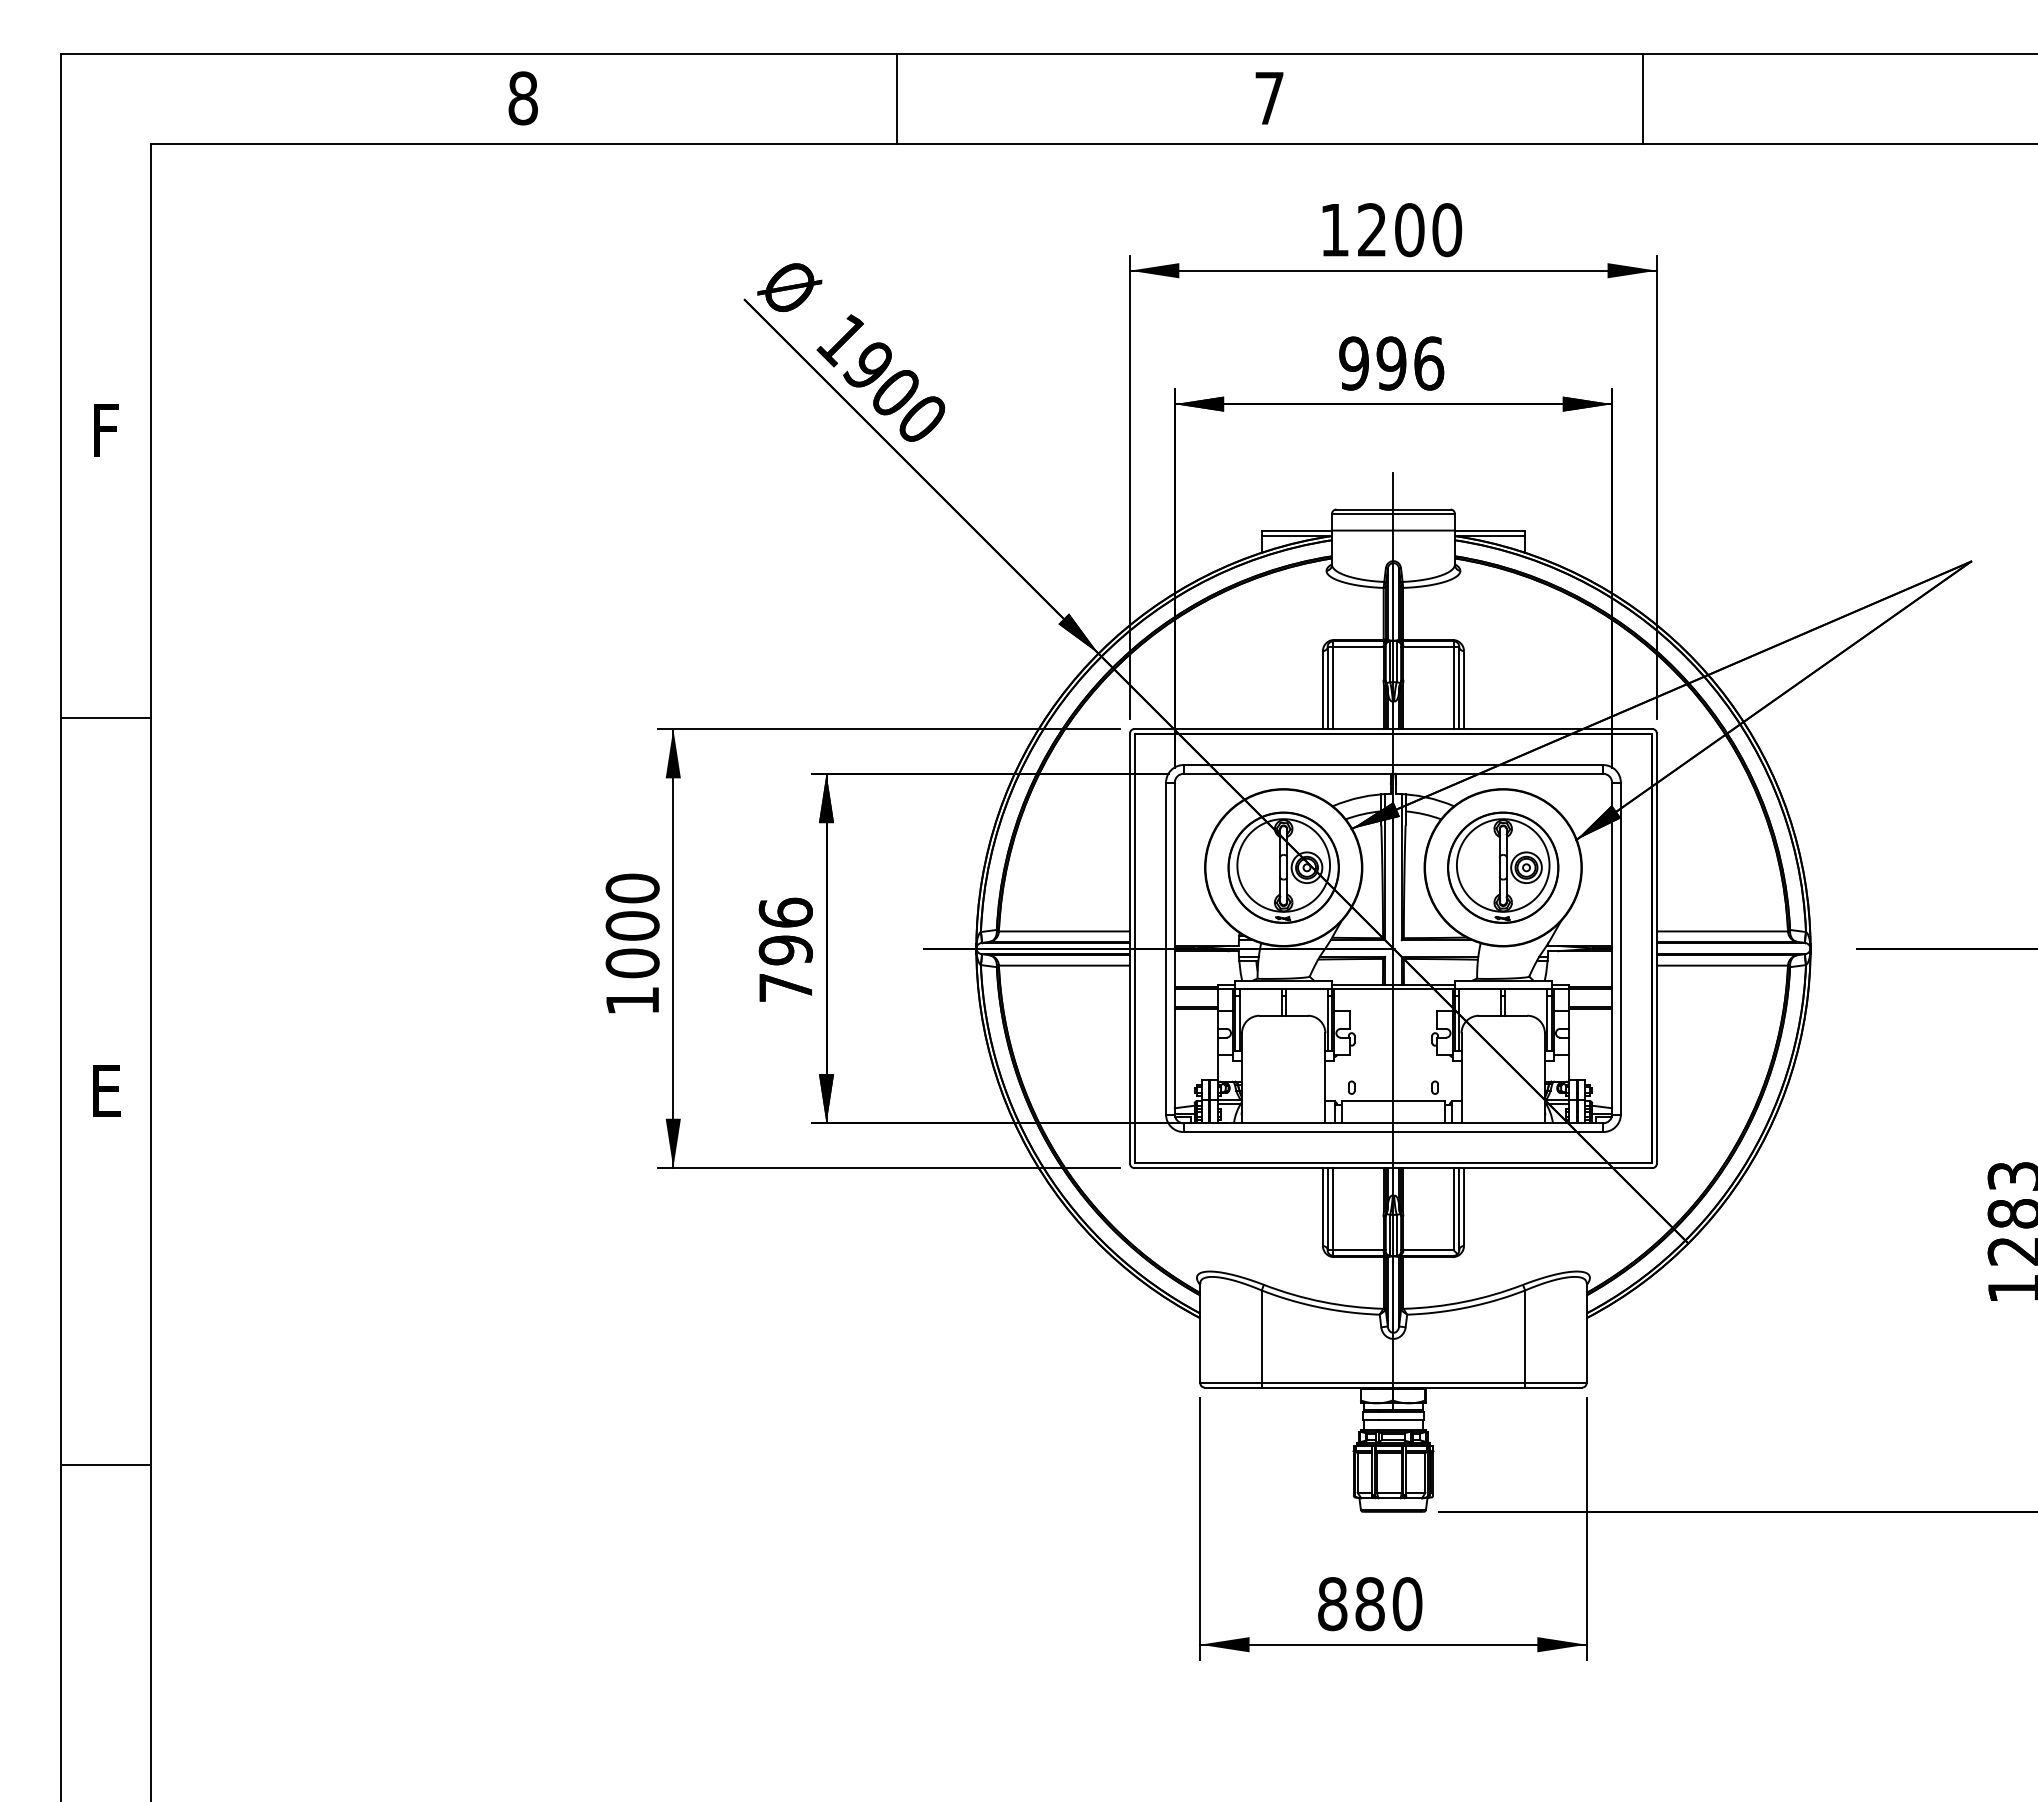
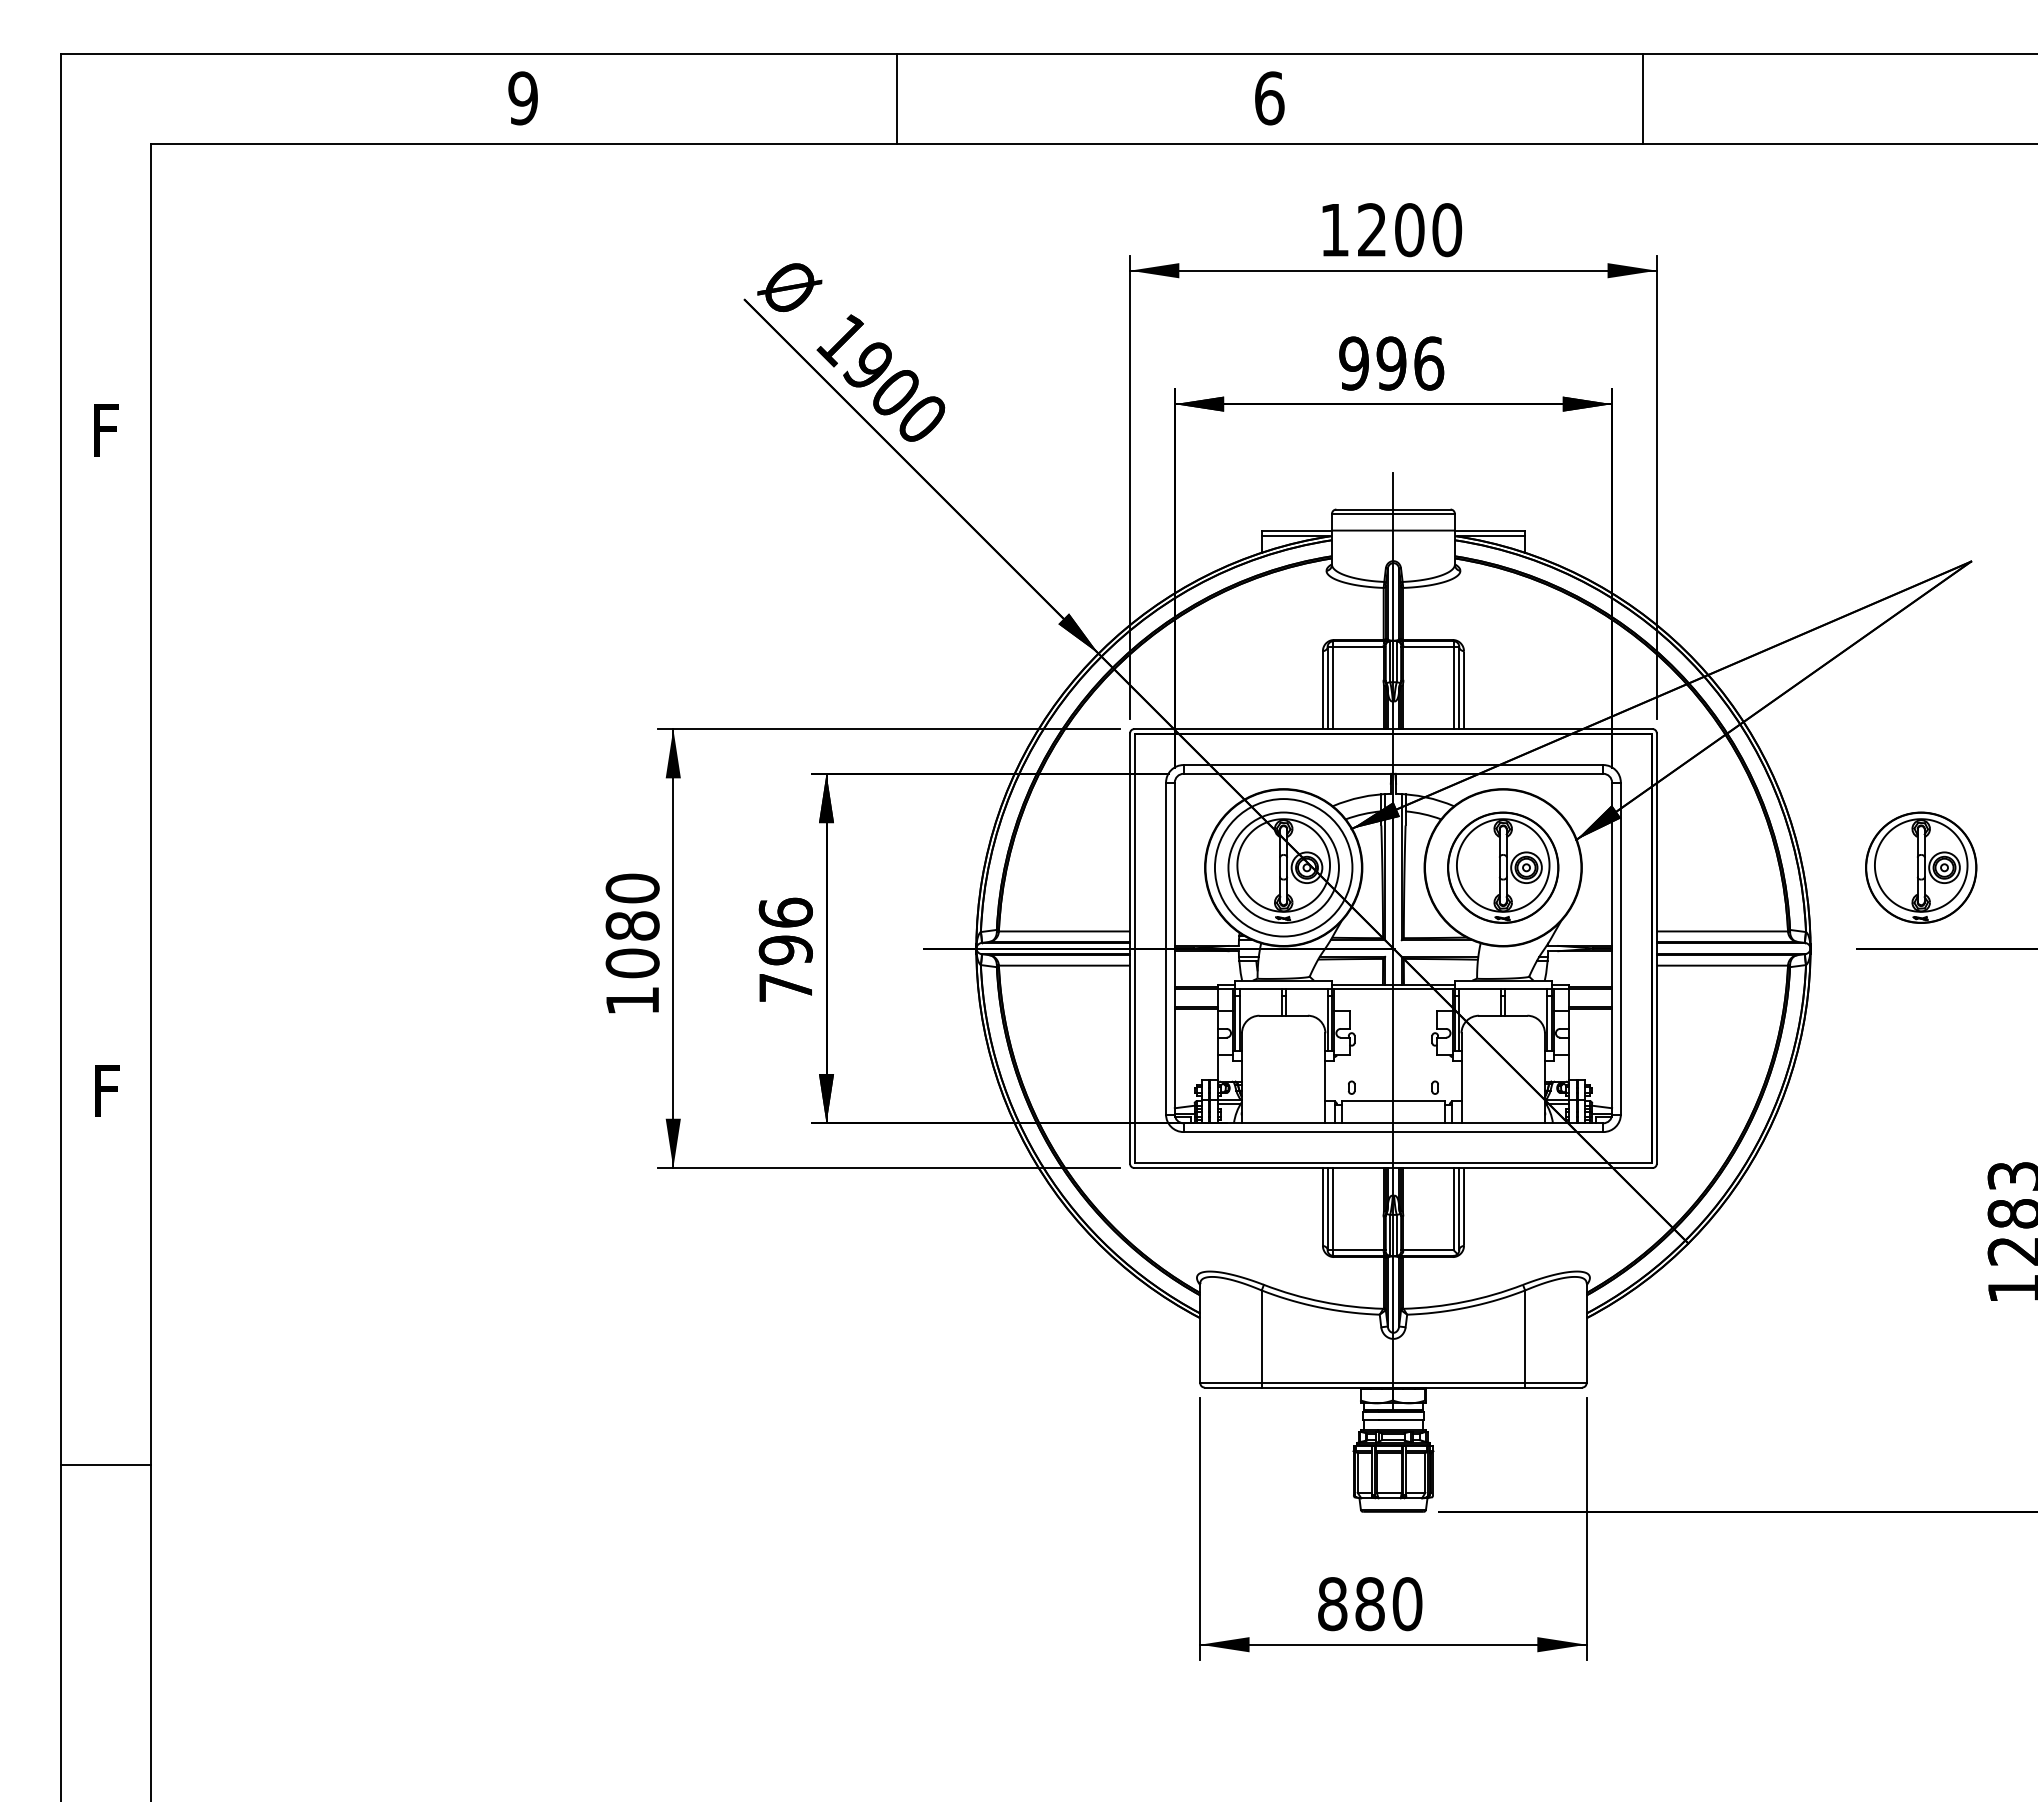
text at (522, 98): 8 -> 9
text at (1269, 98): 7 -> 6
line at (105, 718): present -> none
circle at (1283, 867) diameter: 110 px -> 137 px
part at (1921, 867): none -> present
text at (632, 925): 1000 -> 1080
text at (106, 1090): E -> F
